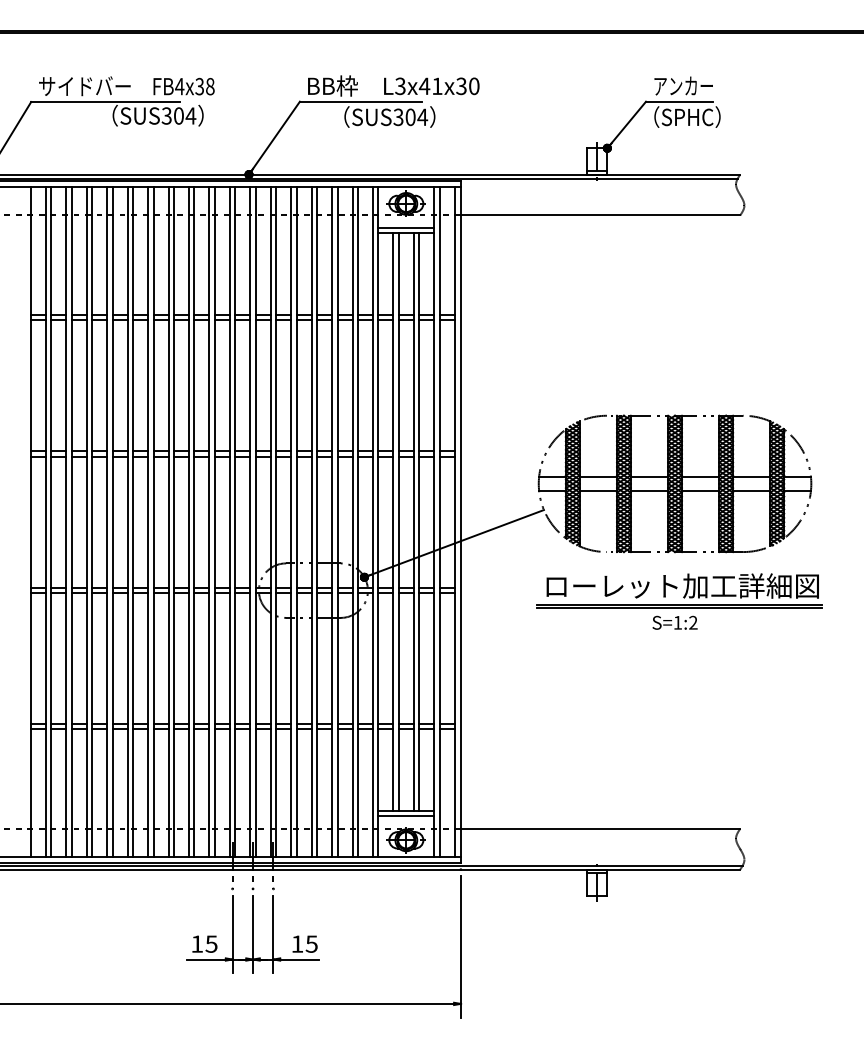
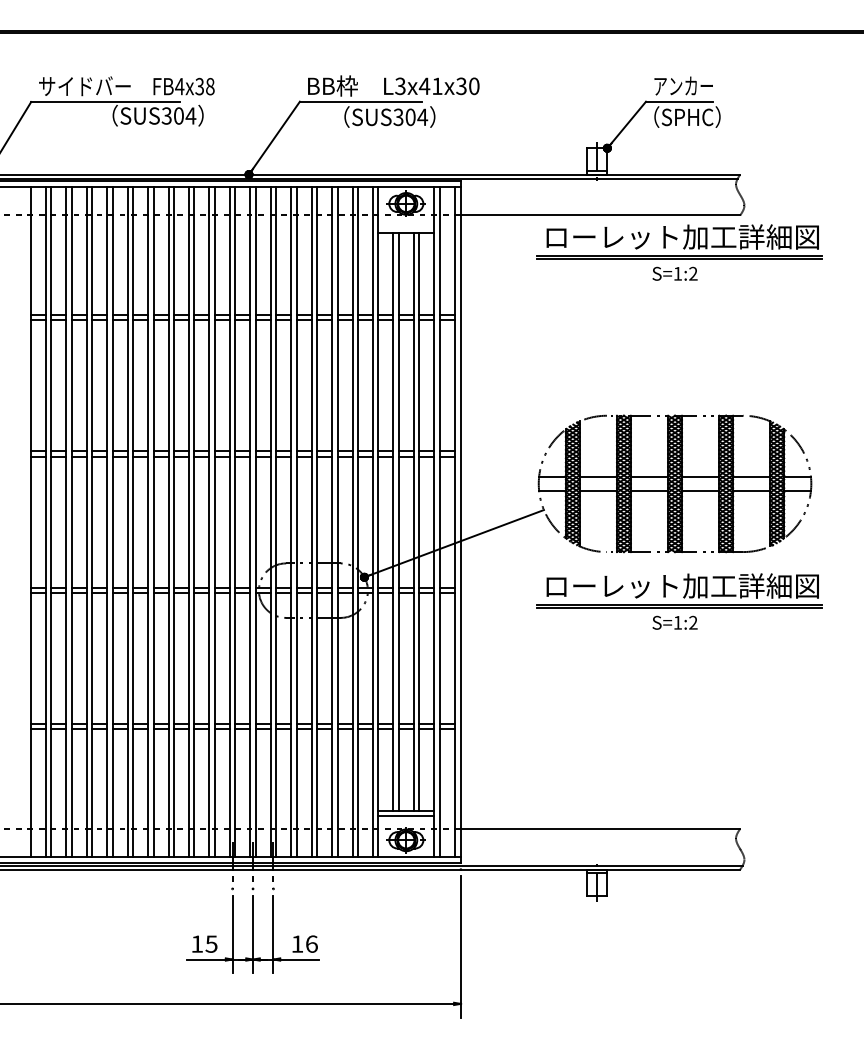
line at (406, 227): present -> none
part at (679, 252): none -> present
text at (311, 943): 15 -> 16
